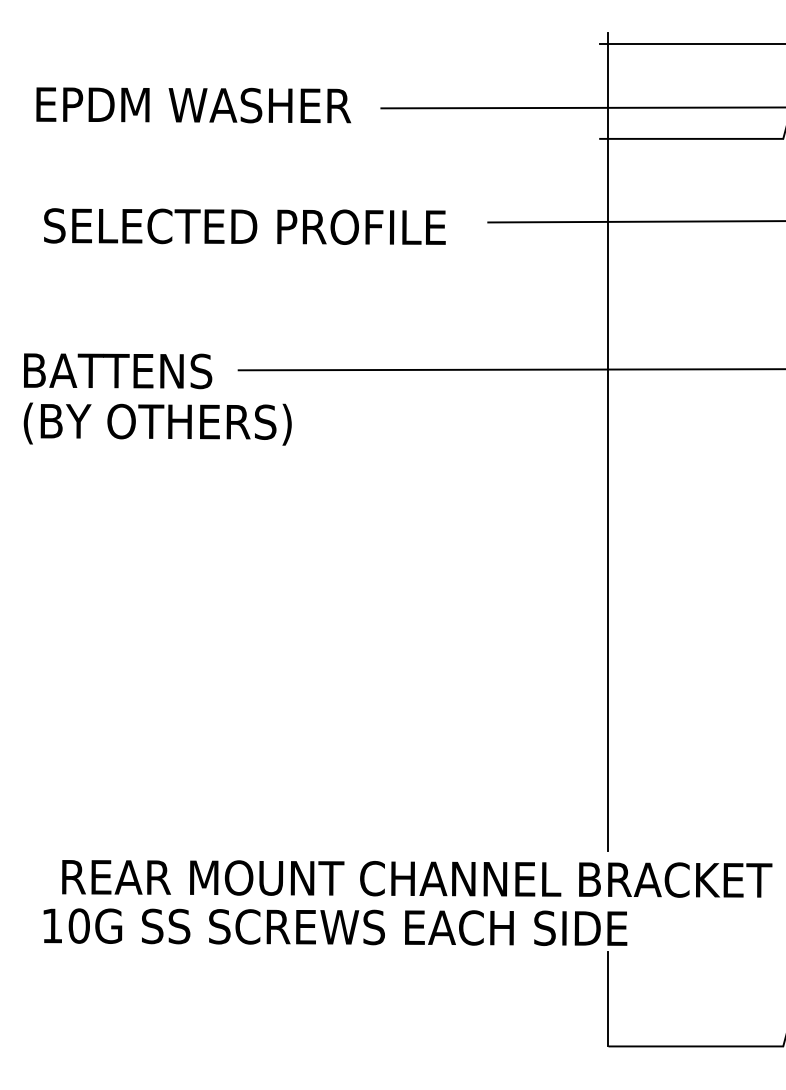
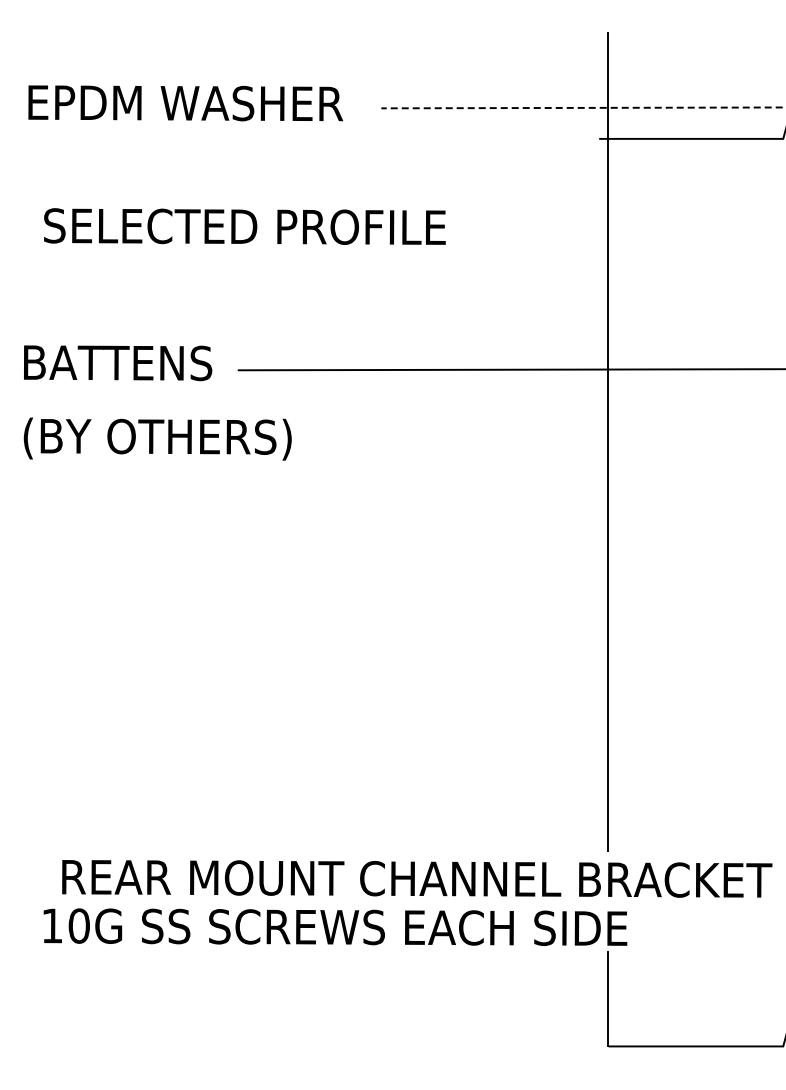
line at (691, 44): present -> none
text at (193, 105) position: (193, 105) -> (185, 103)
line at (583, 107): solid -> dashed
line at (635, 221): present -> none
text at (118, 371) position: (118, 371) -> (118, 363)
text at (157, 423) position: (157, 423) -> (157, 438)
